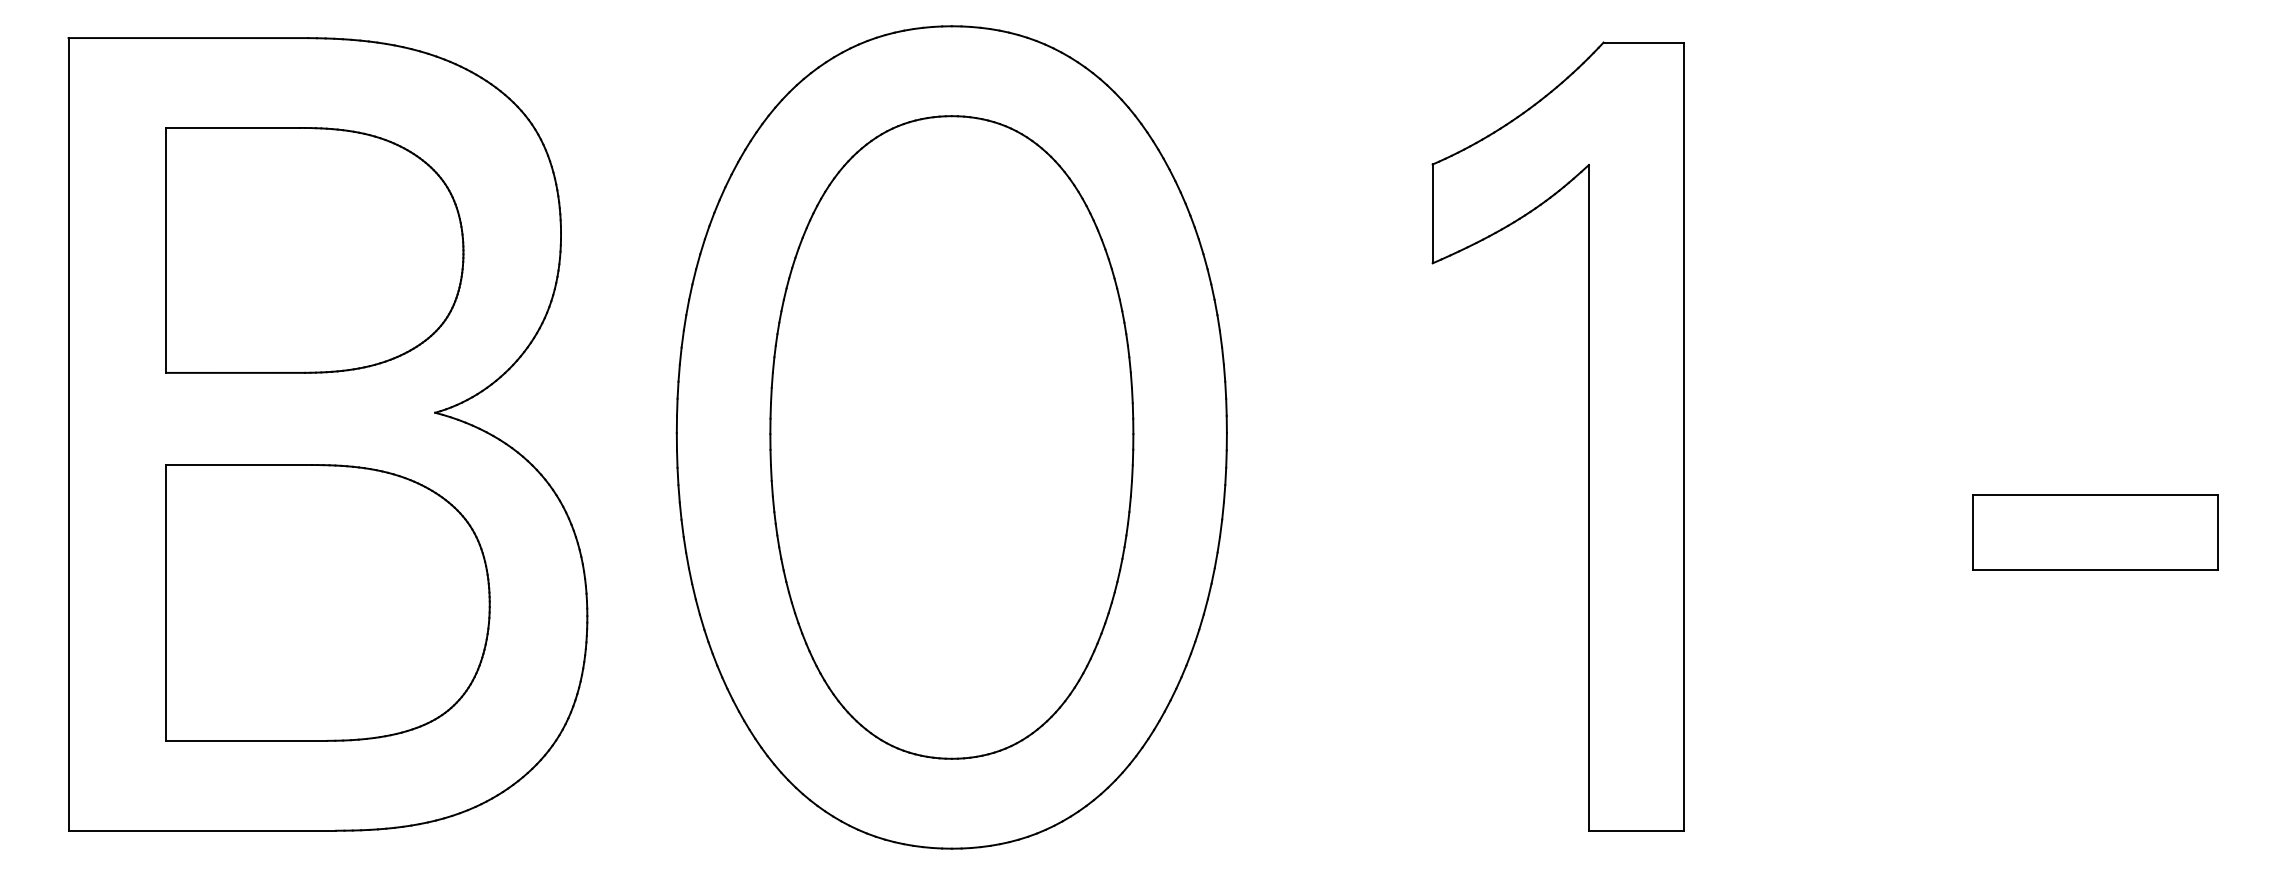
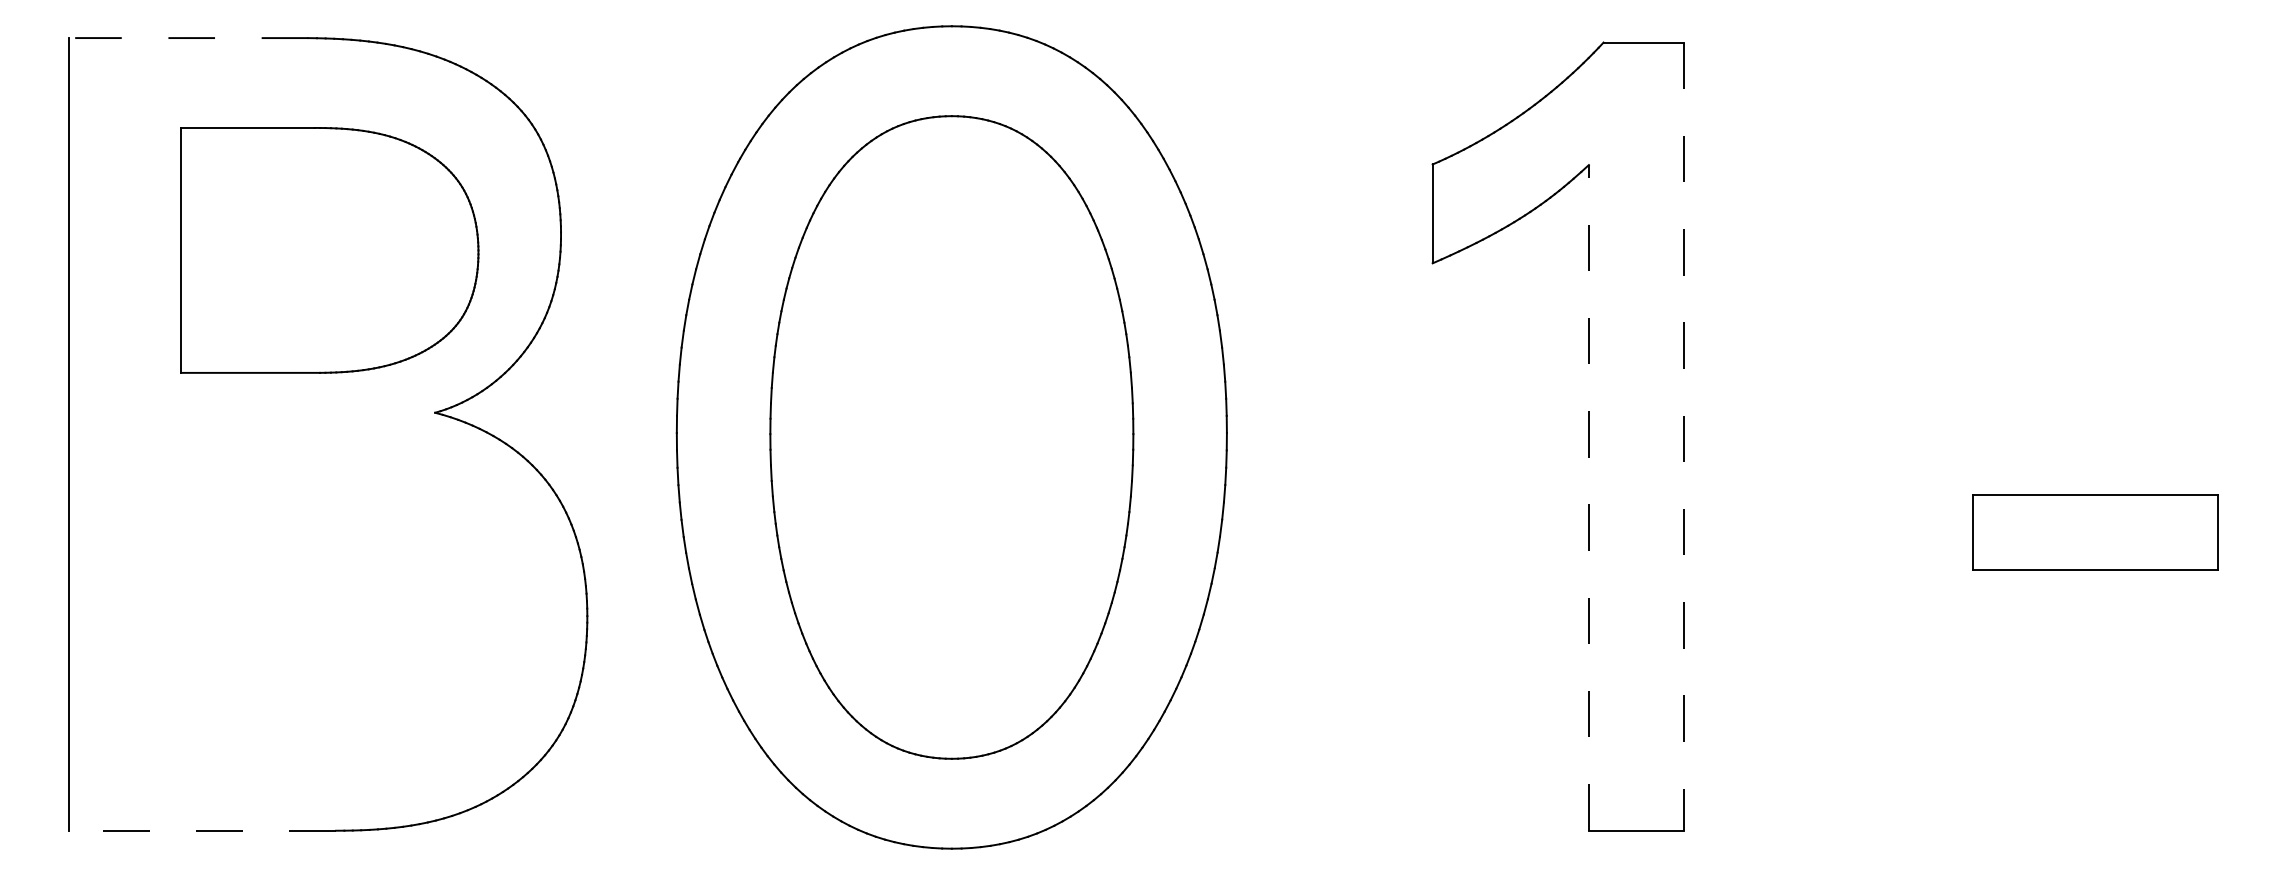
line at (188, 38): solid -> dashed
part at (314, 250) position: (314, 250) -> (329, 250)
line at (1684, 437): solid -> dashed
line at (1588, 497): solid -> dashed
part at (327, 602): present -> none
line at (202, 830): solid -> dashed
